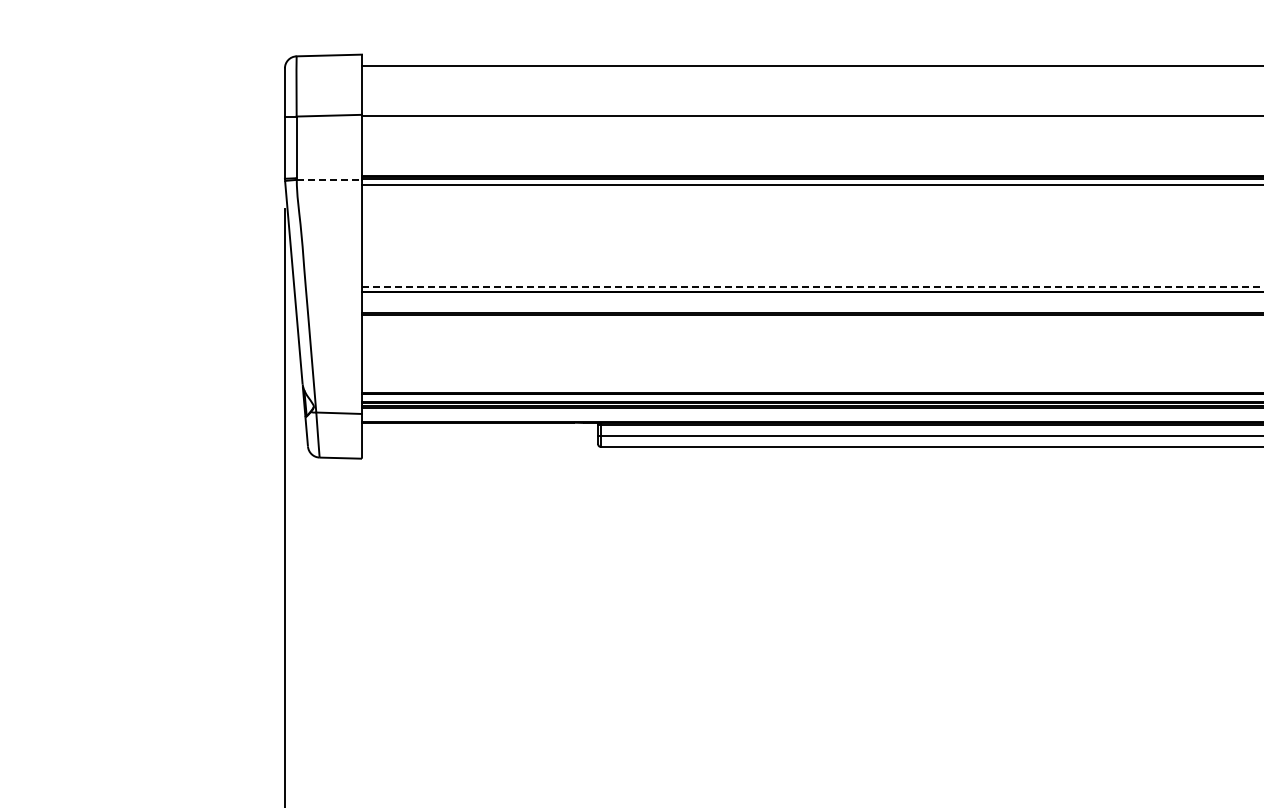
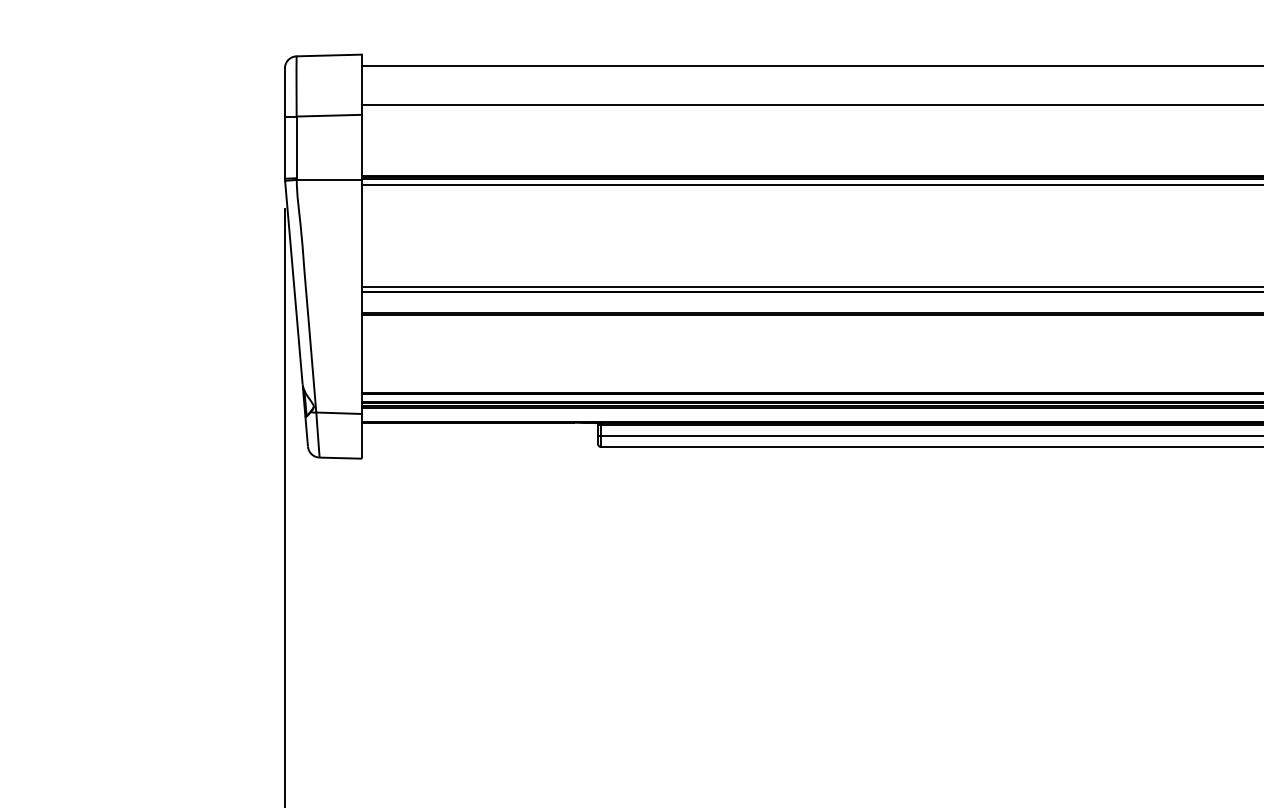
line at (811, 115) position: (811, 115) -> (811, 104)
line at (329, 179): dashed -> solid
line at (812, 286): dashed -> solid
